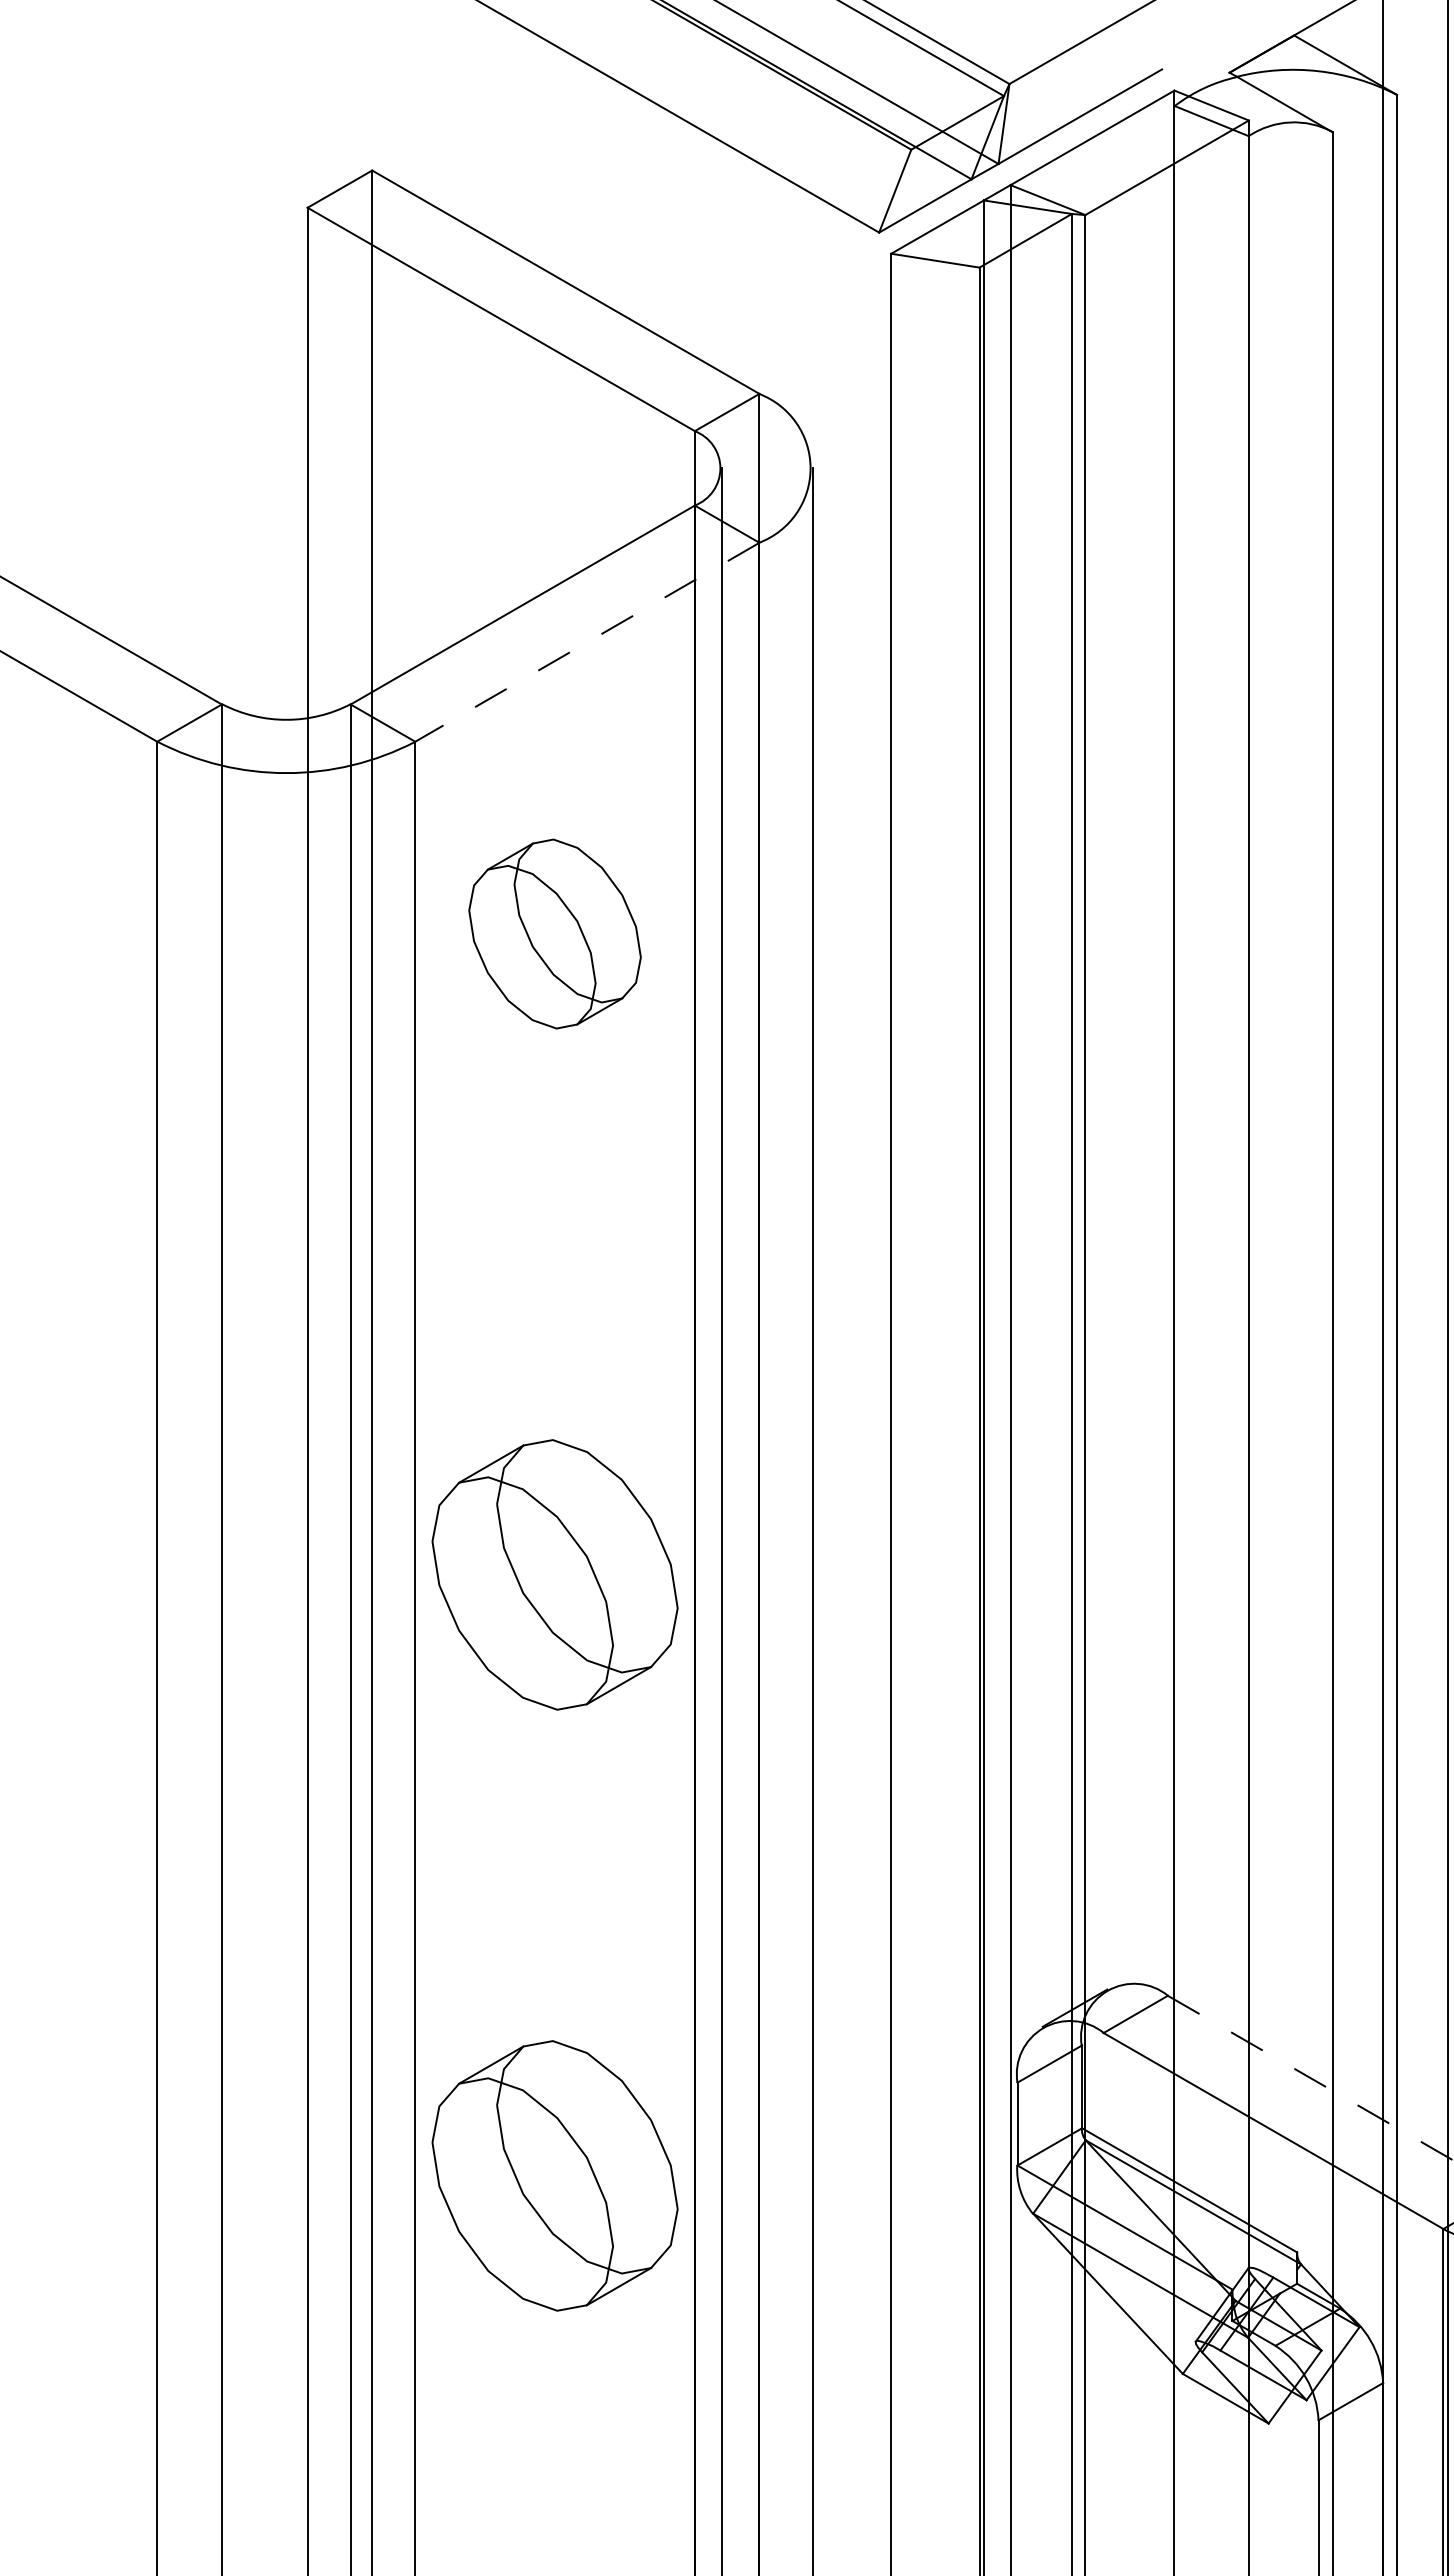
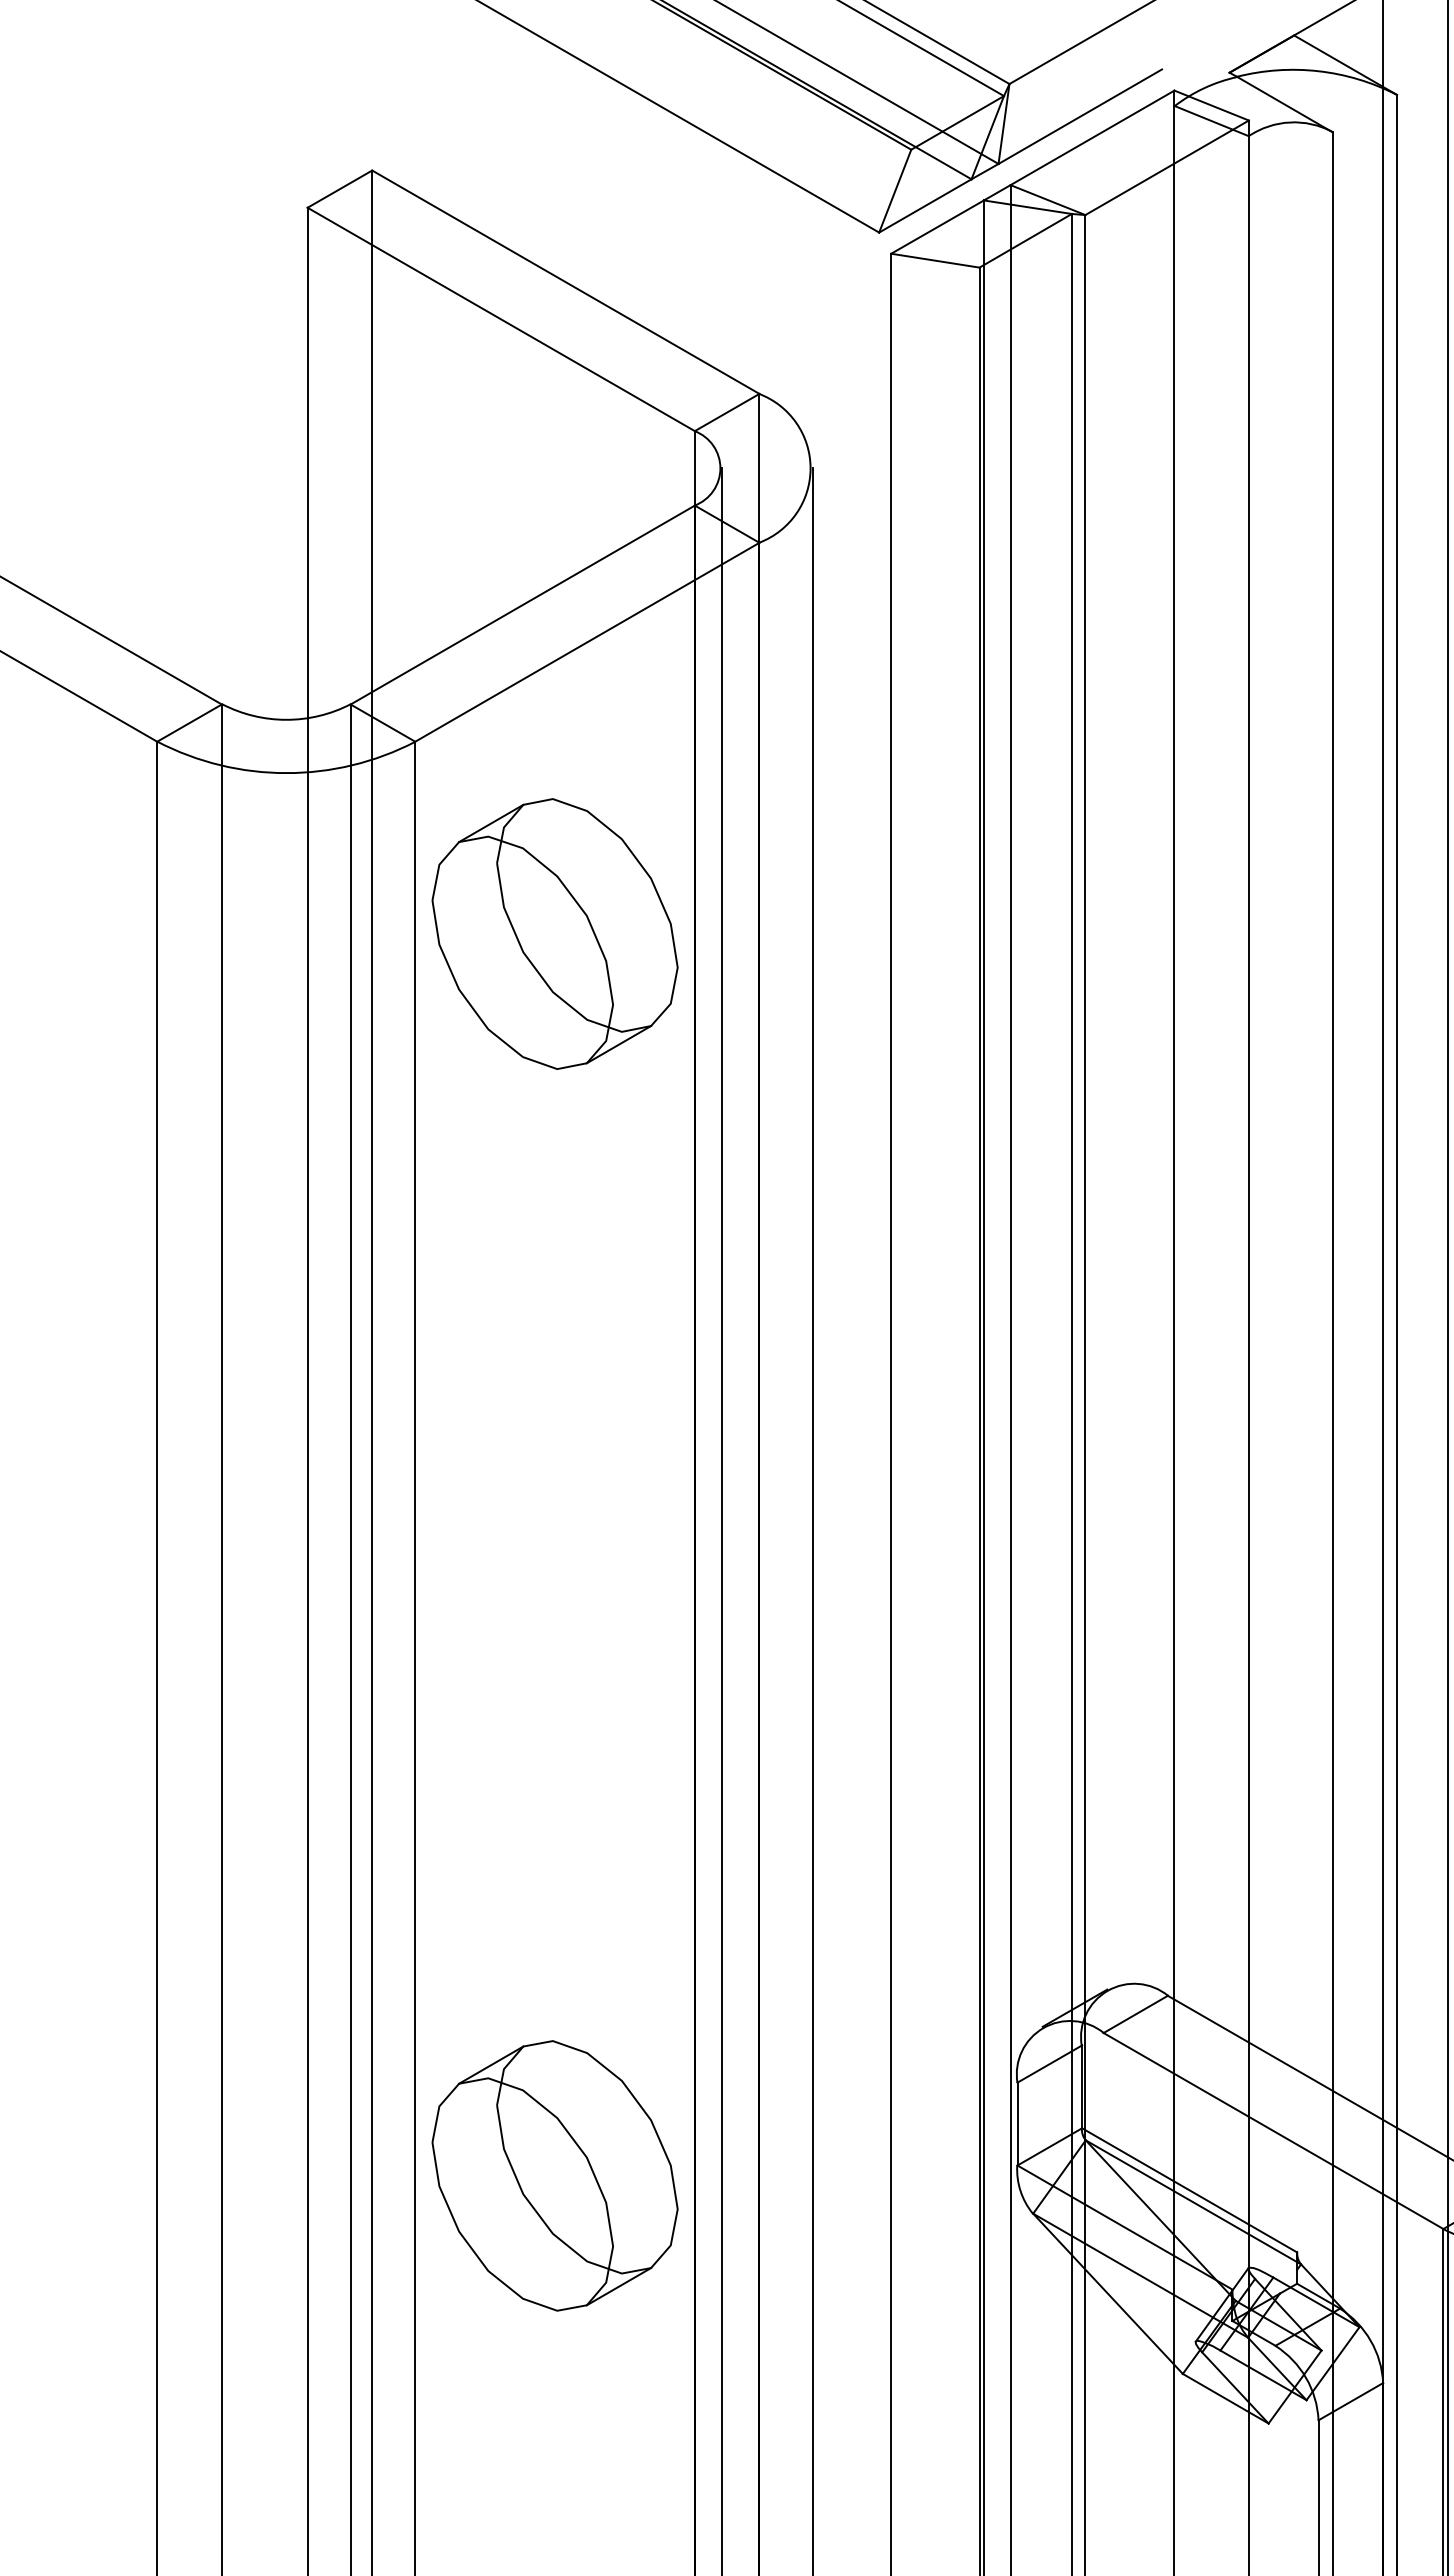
line at (587, 642): dashed -> solid
part at (554, 933) size: 174x192 px -> 248x272 px
part at (554, 1574): present -> none
line at (1310, 2078): dashed -> solid
